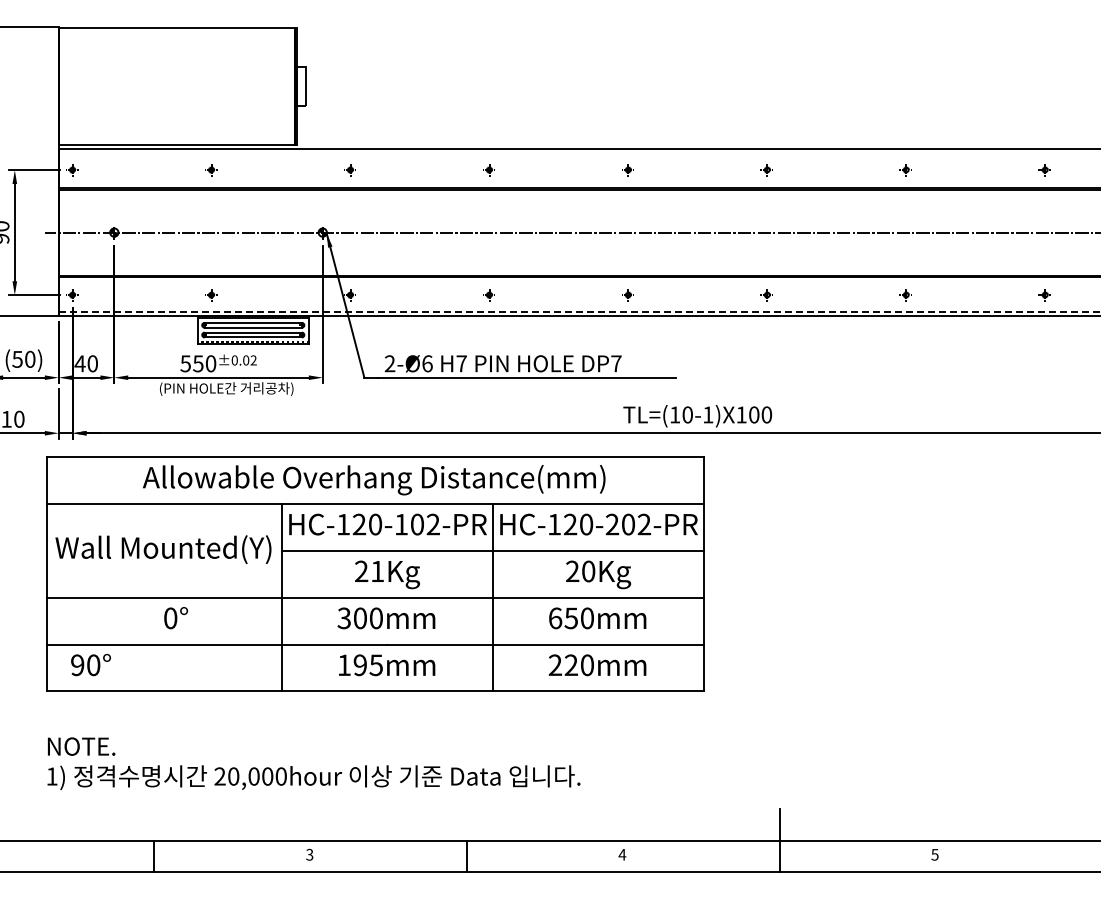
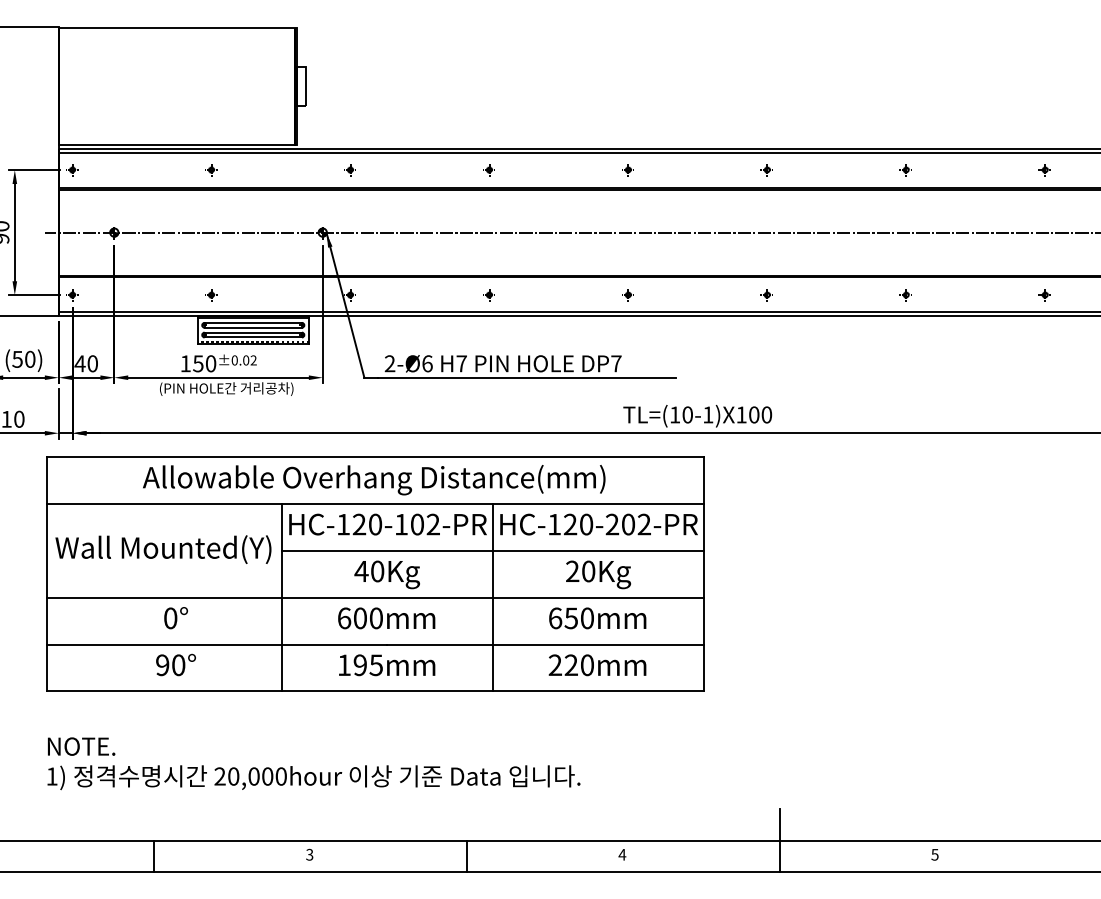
line at (577, 153): none -> present
line at (579, 311): dashed -> solid
text at (185, 363): 550 -> 150
text at (369, 571): 21Kg -> 40Kg
text at (344, 618): 300mm -> 600mm
text at (90, 664) position: (90, 664) -> (175, 664)
